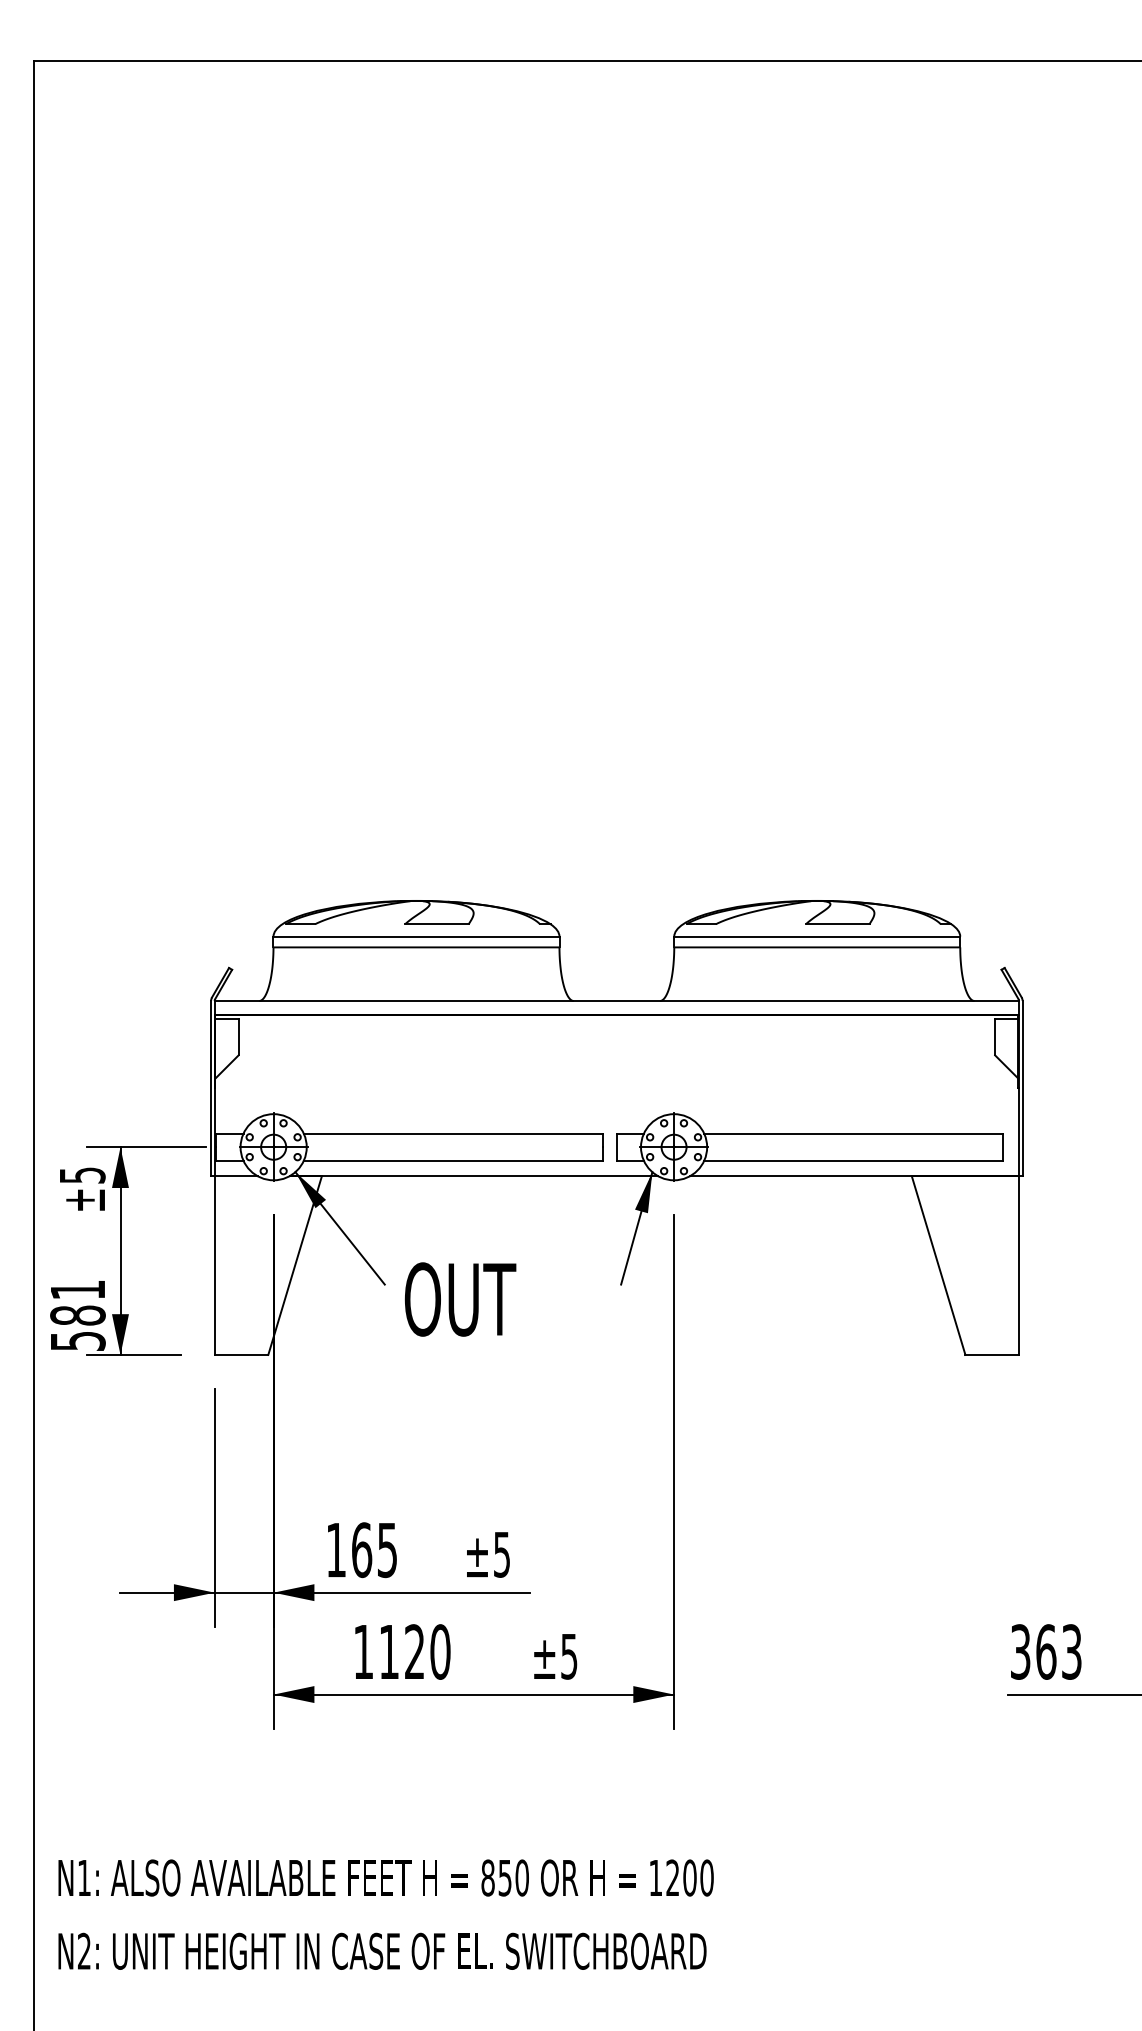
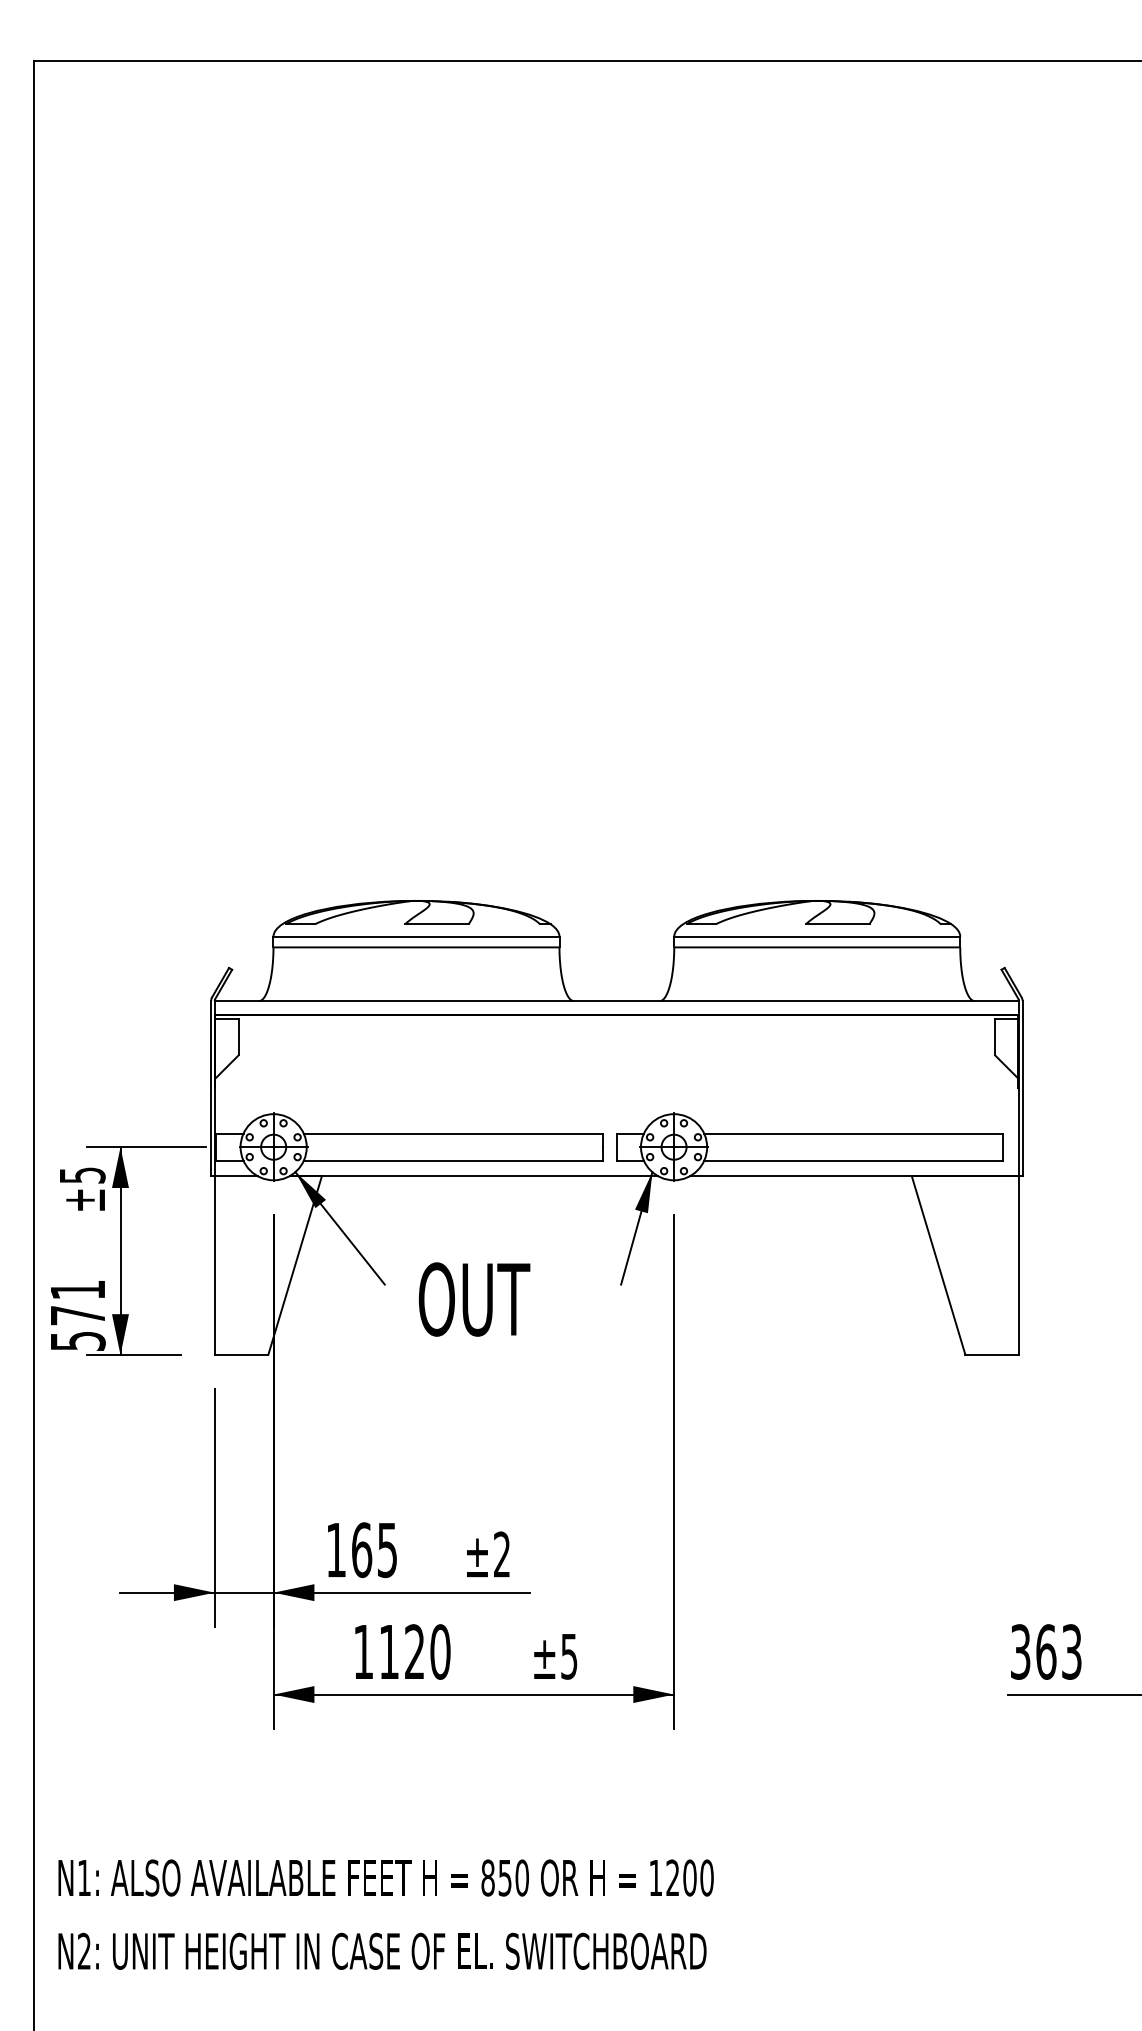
text at (460, 1299) position: (460, 1299) -> (474, 1299)
text at (77, 1315): 581 -> 571
text at (501, 1554): ±5 -> ±2
